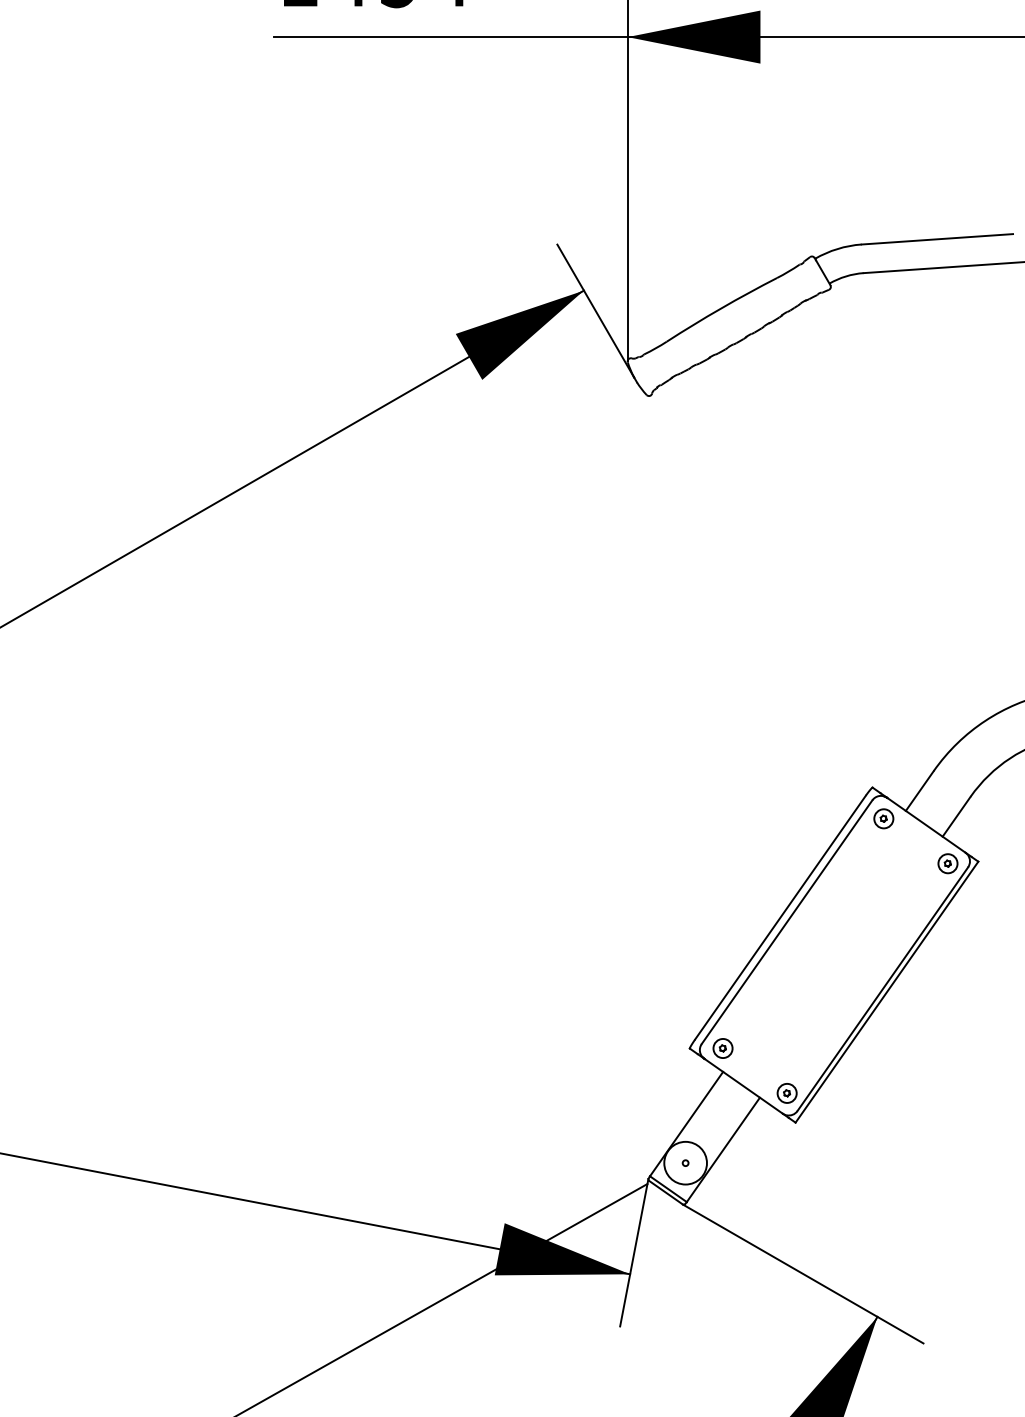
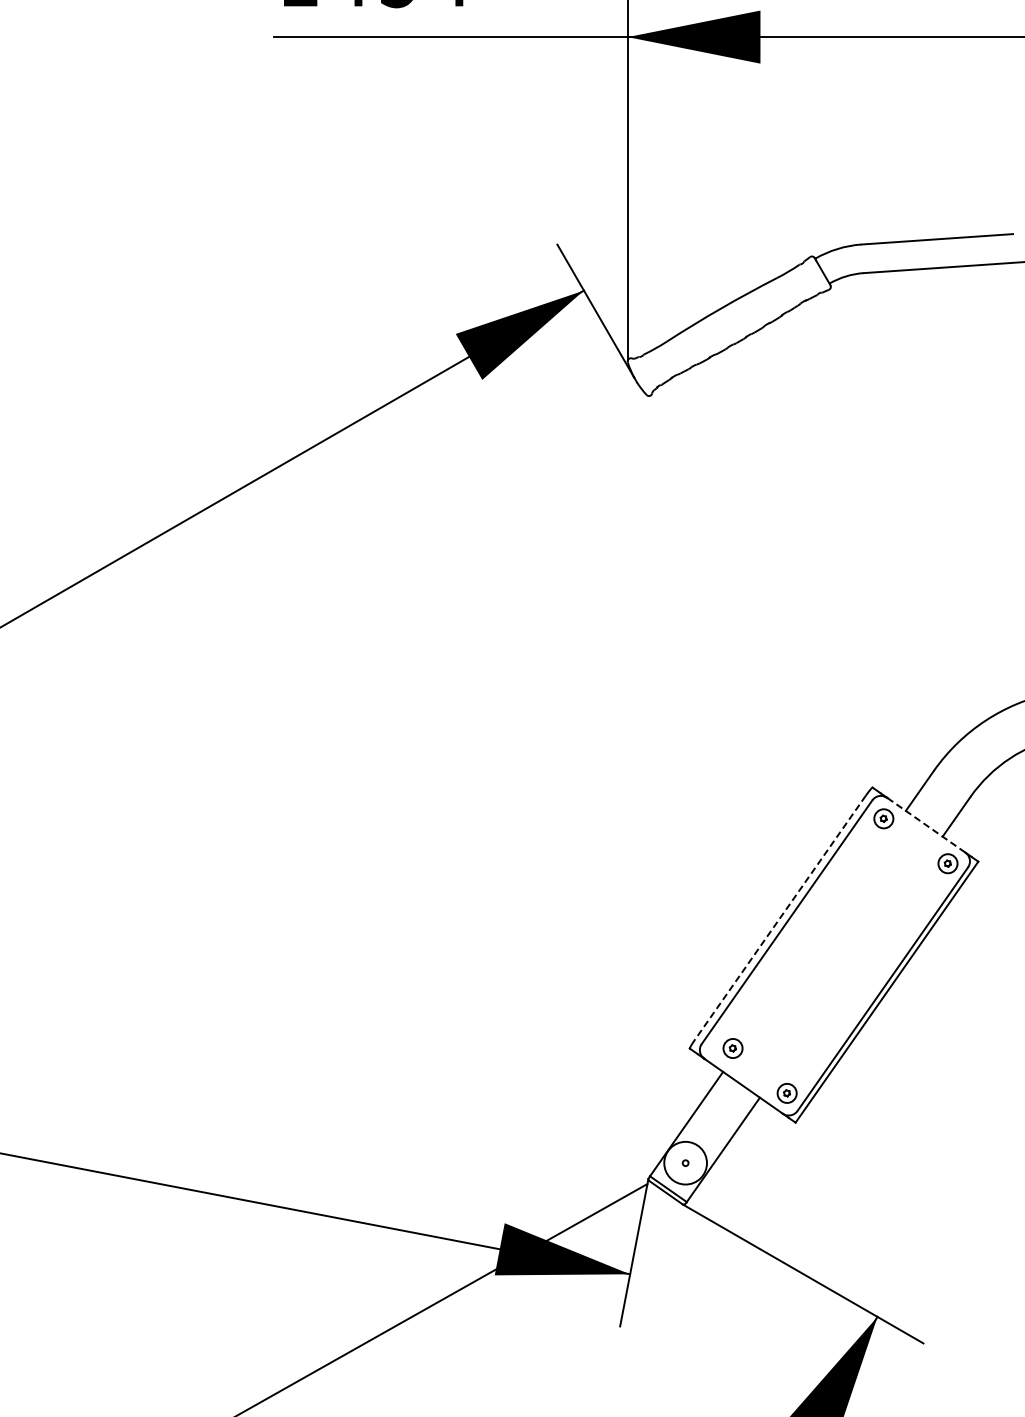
line at (926, 825): solid -> dashed
line at (780, 917): solid -> dashed
part at (722, 1048) position: (722, 1048) -> (732, 1048)
